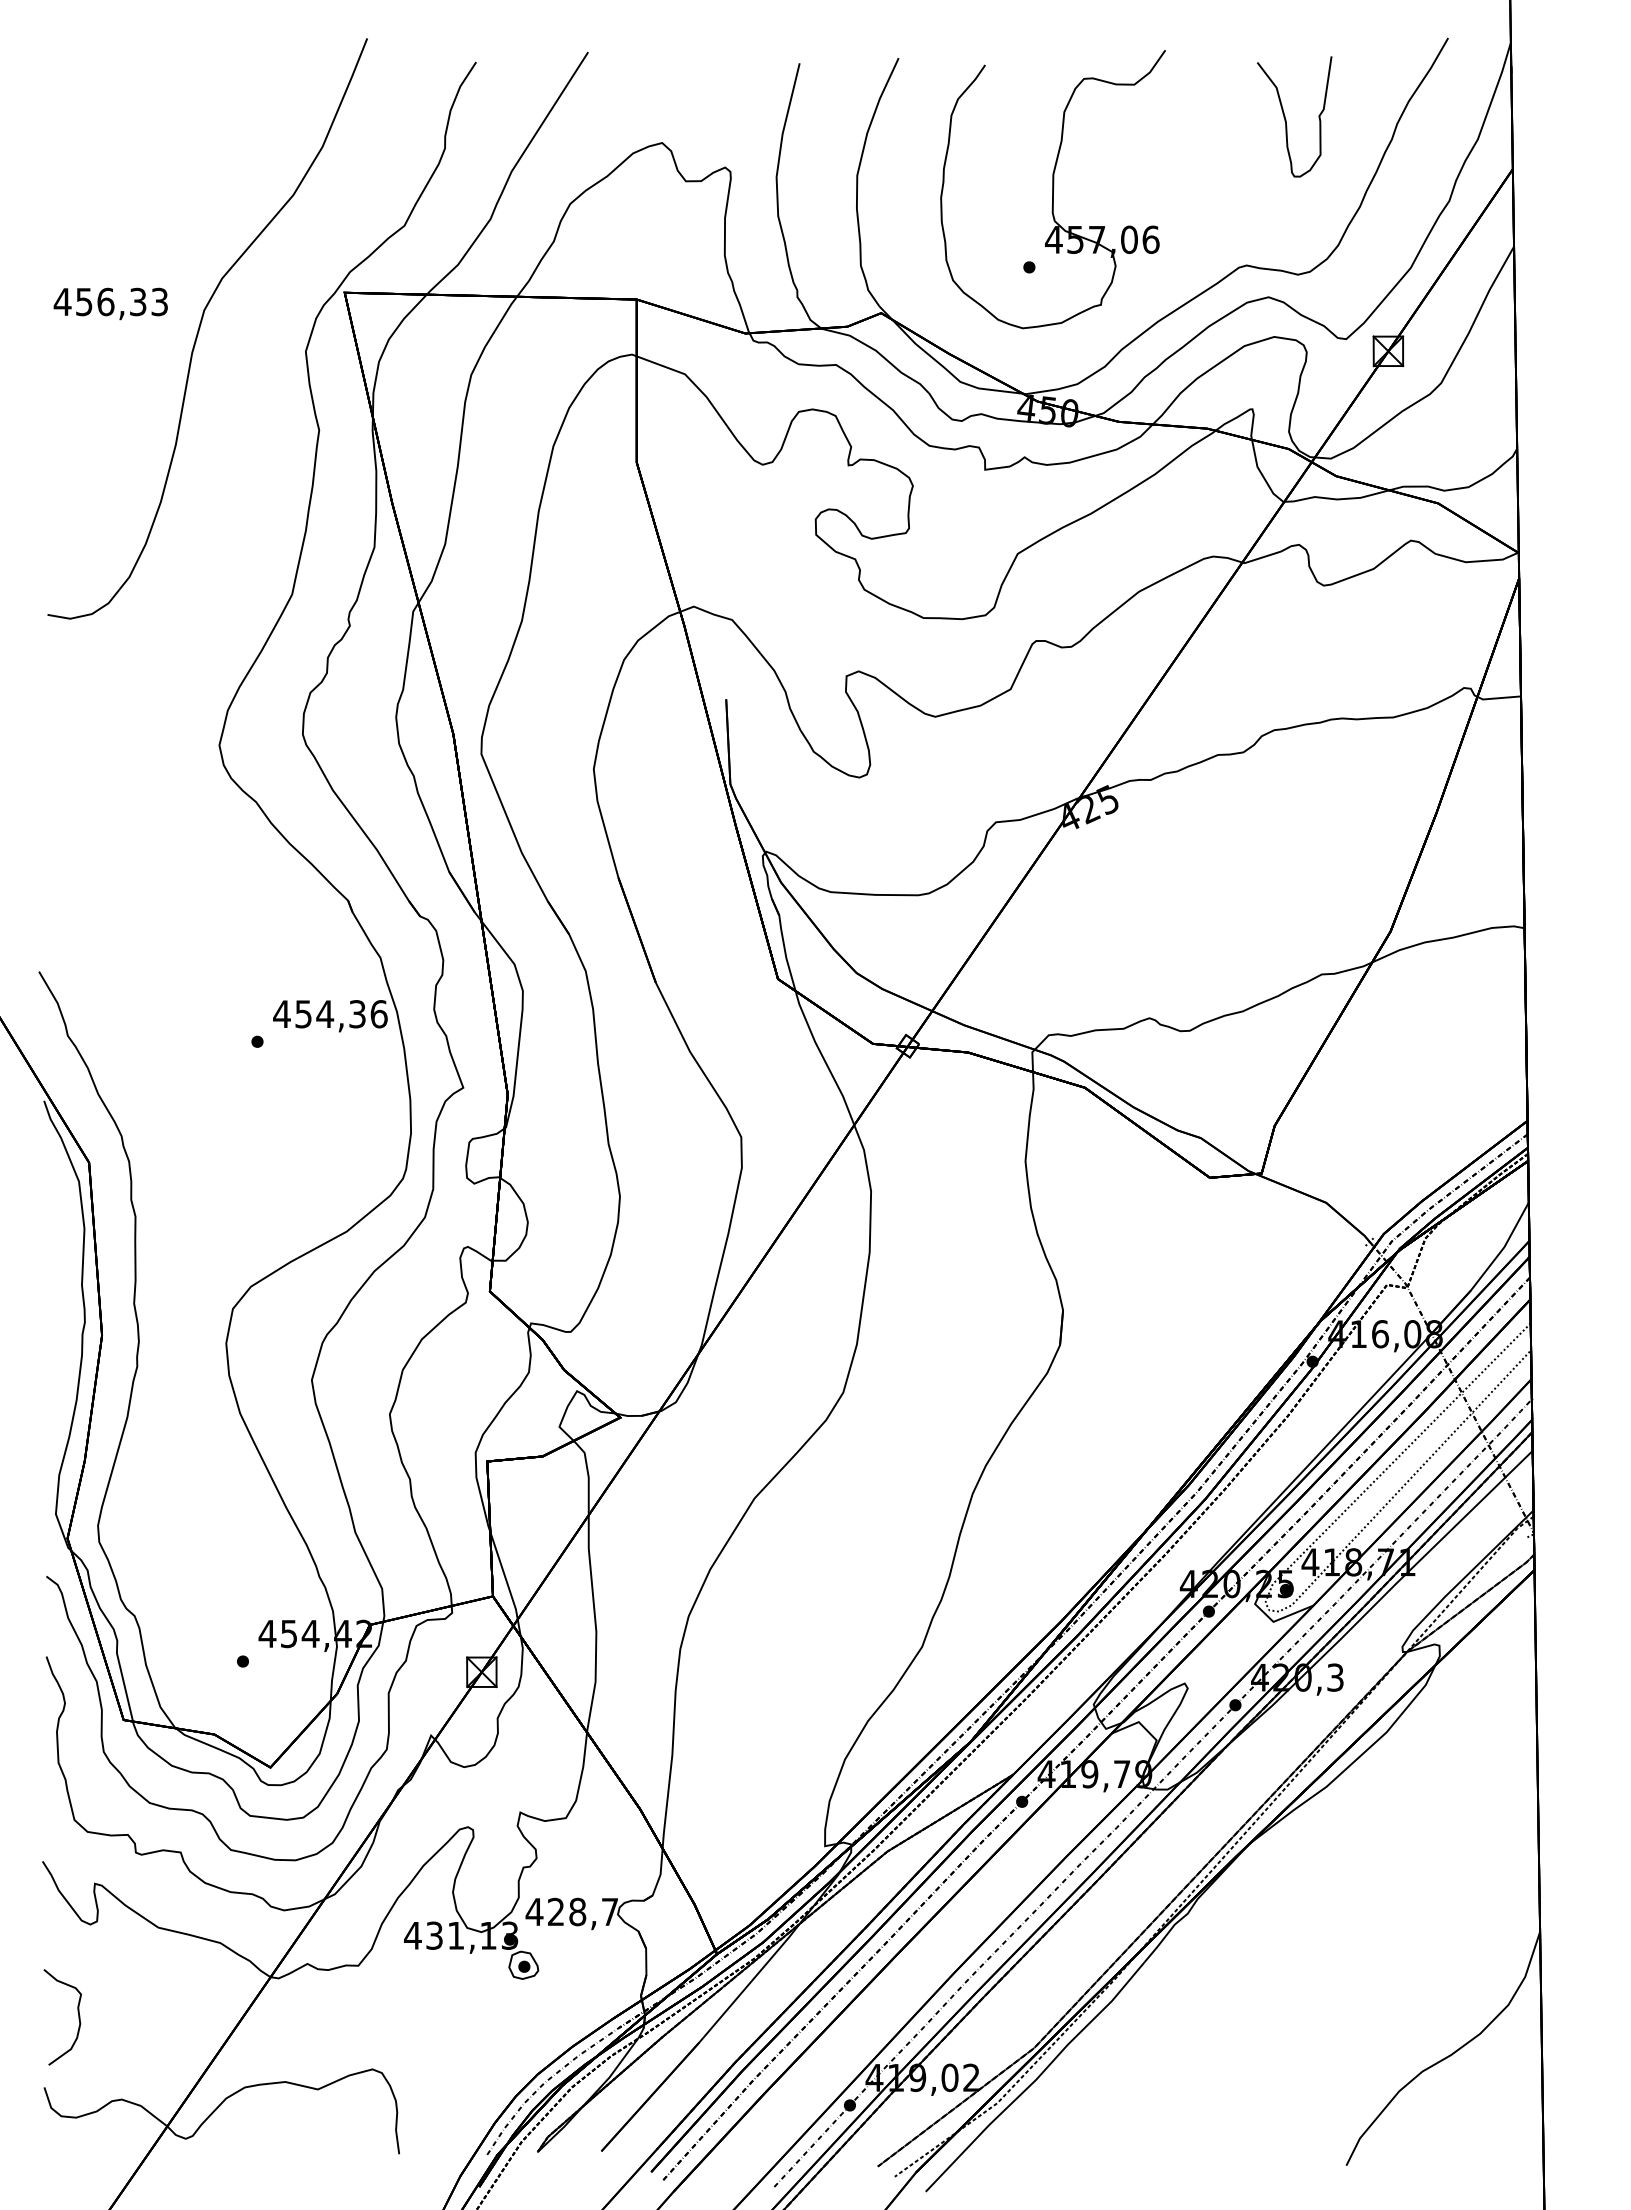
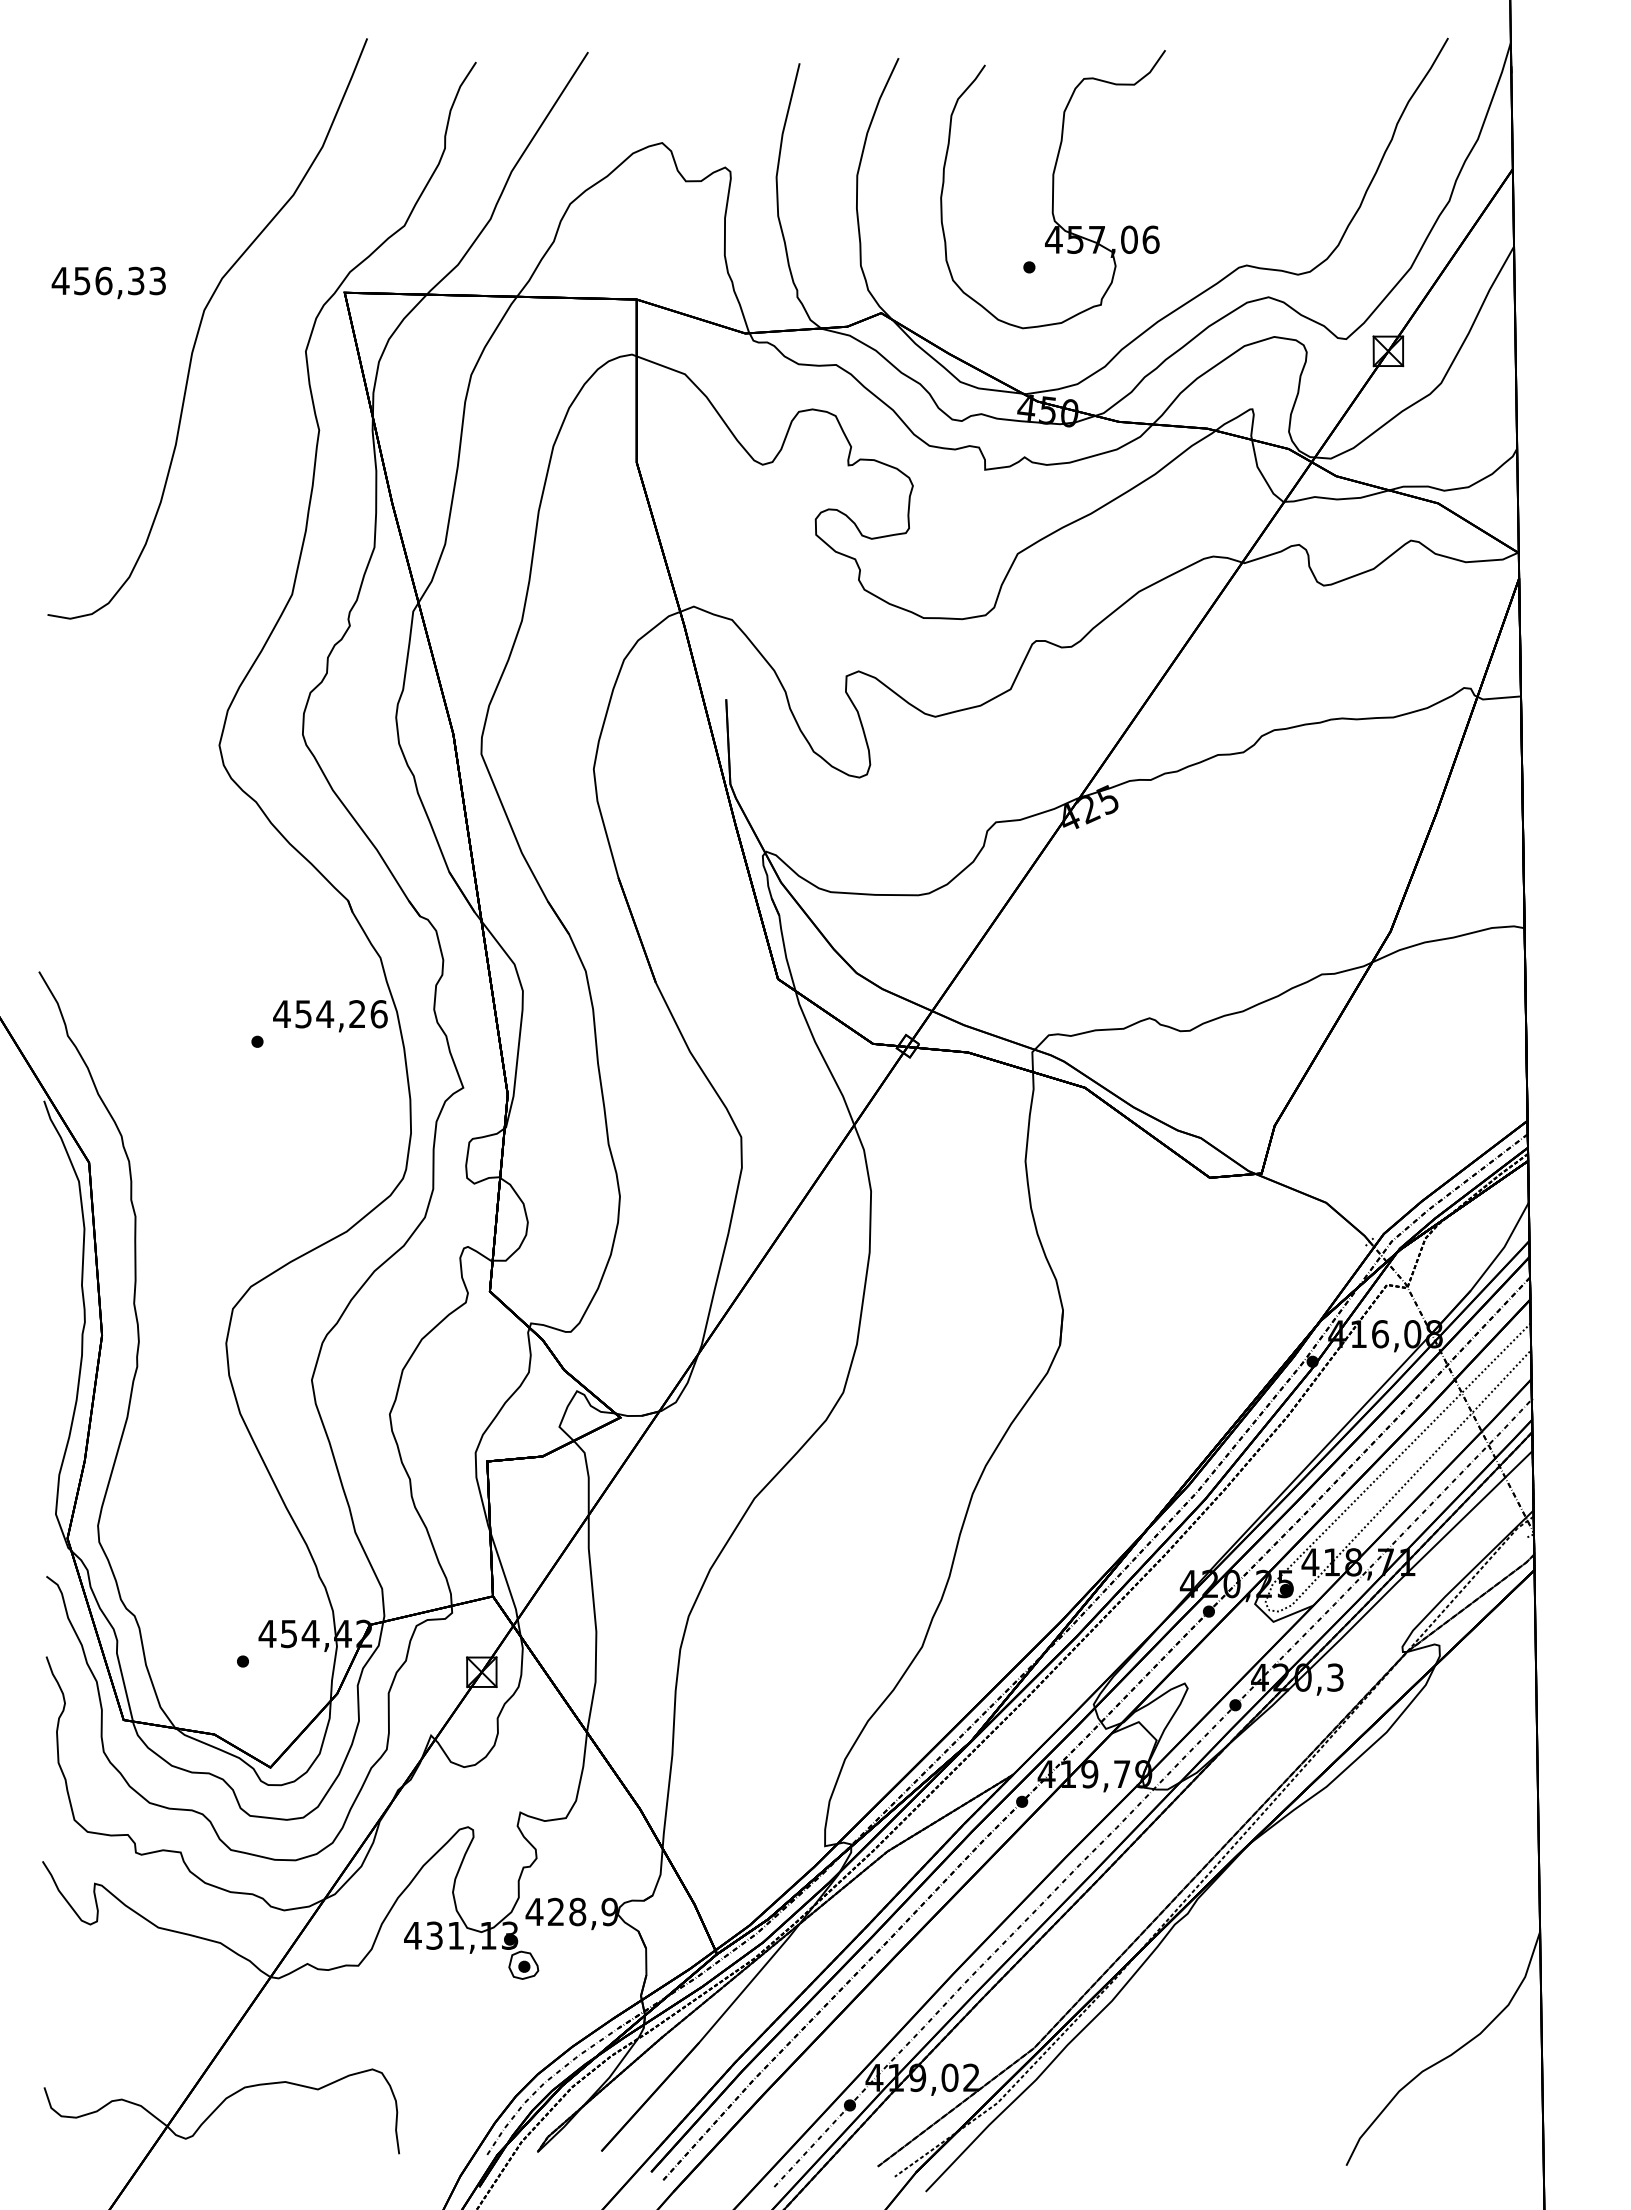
curve at (1286, 119): present -> none
text at (110, 303) position: (110, 303) -> (108, 282)
text at (357, 1014): 454,36 -> 454,26
text at (609, 1911): 428,7 -> 428,9
curve at (77, 2012): present -> none
